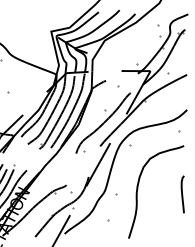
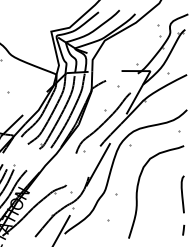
line at (183, 229): none -> present
